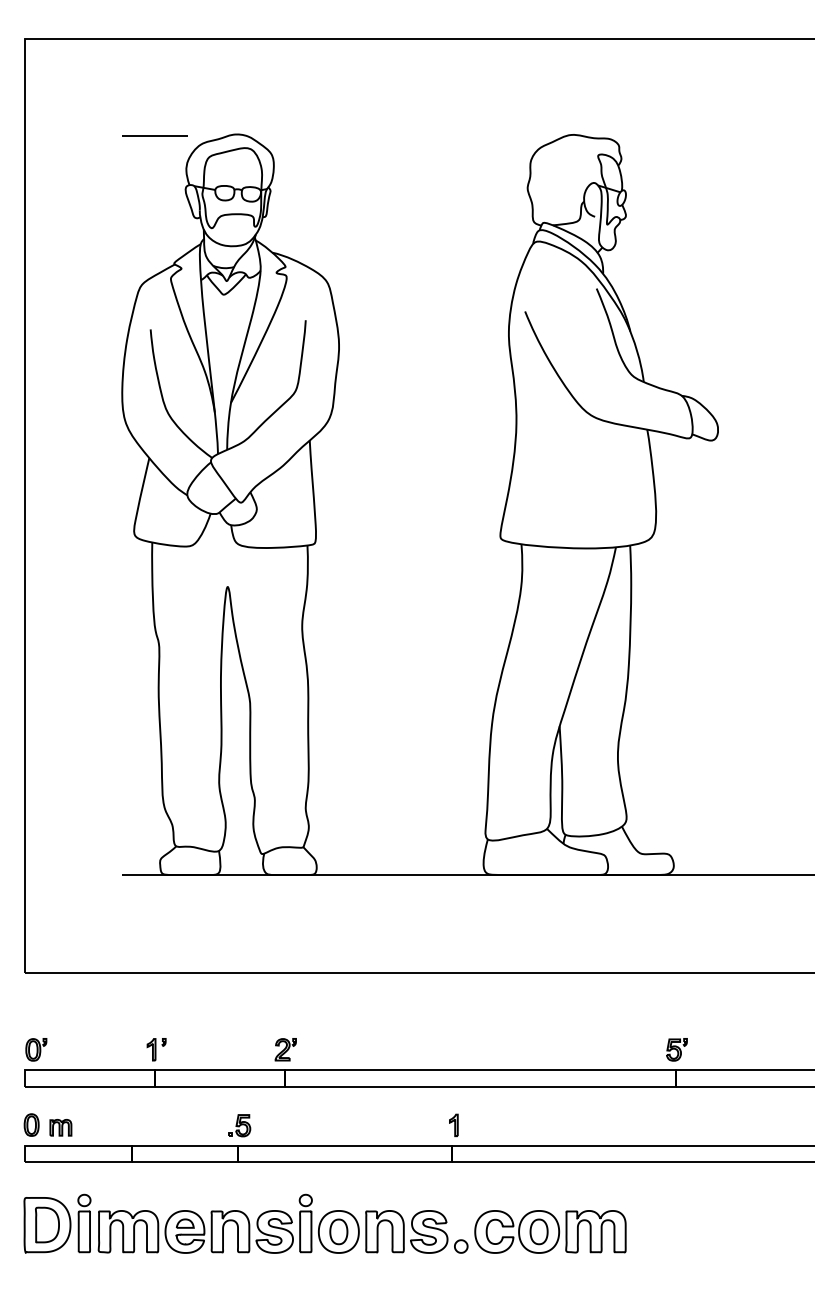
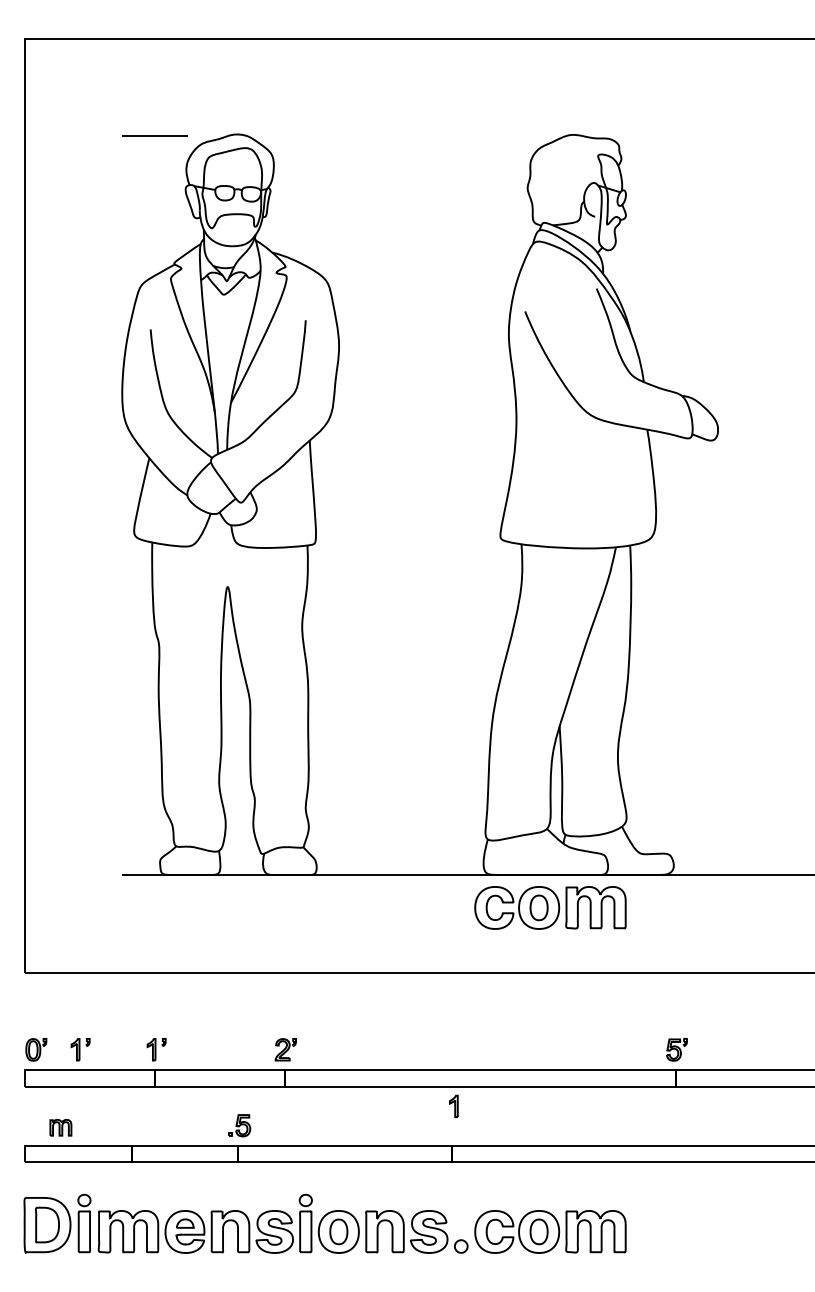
part at (550, 907): none -> present
part at (80, 1049): none -> present
part at (31, 1124): present -> none
part at (453, 1125) position: (453, 1125) -> (453, 1106)
